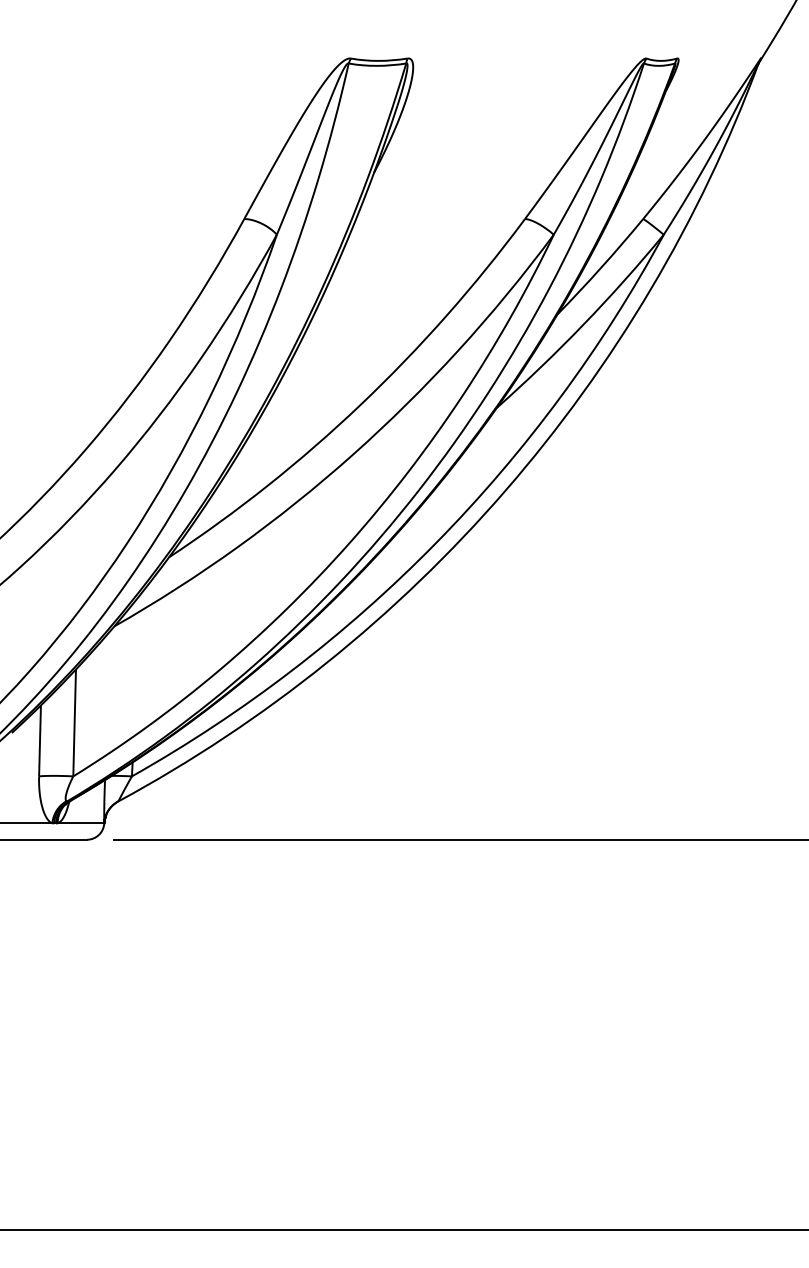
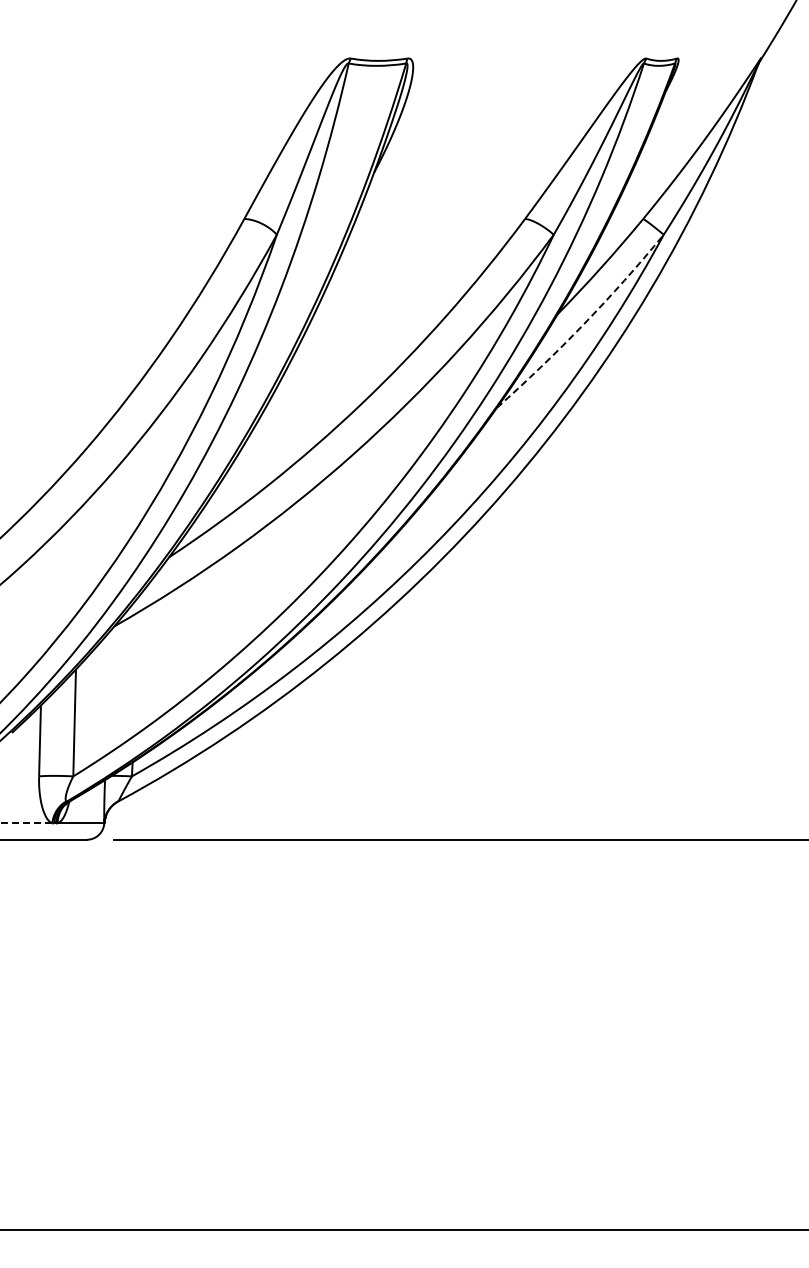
arc at (583, 324): solid -> dashed
line at (26, 823): solid -> dashed
